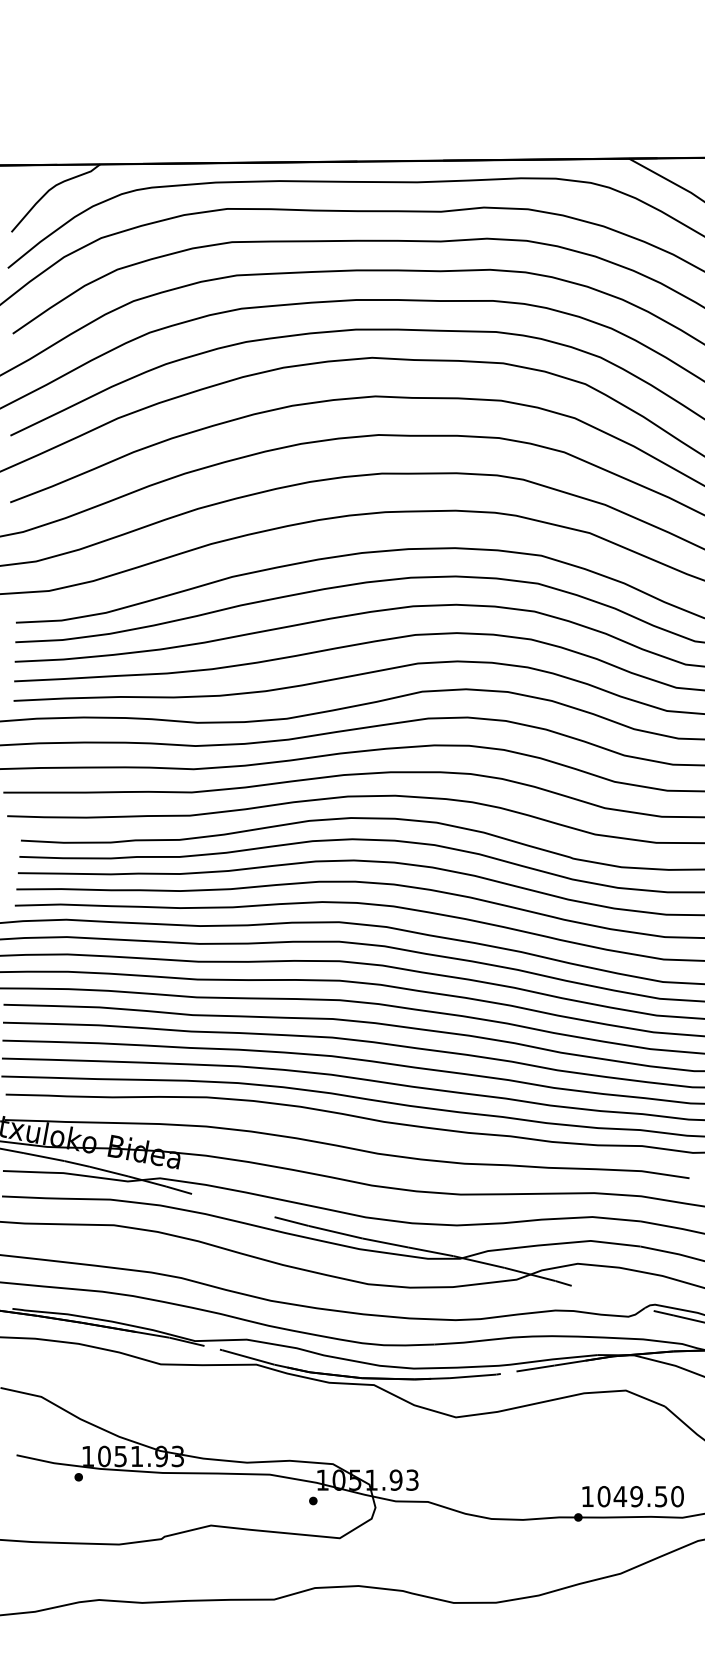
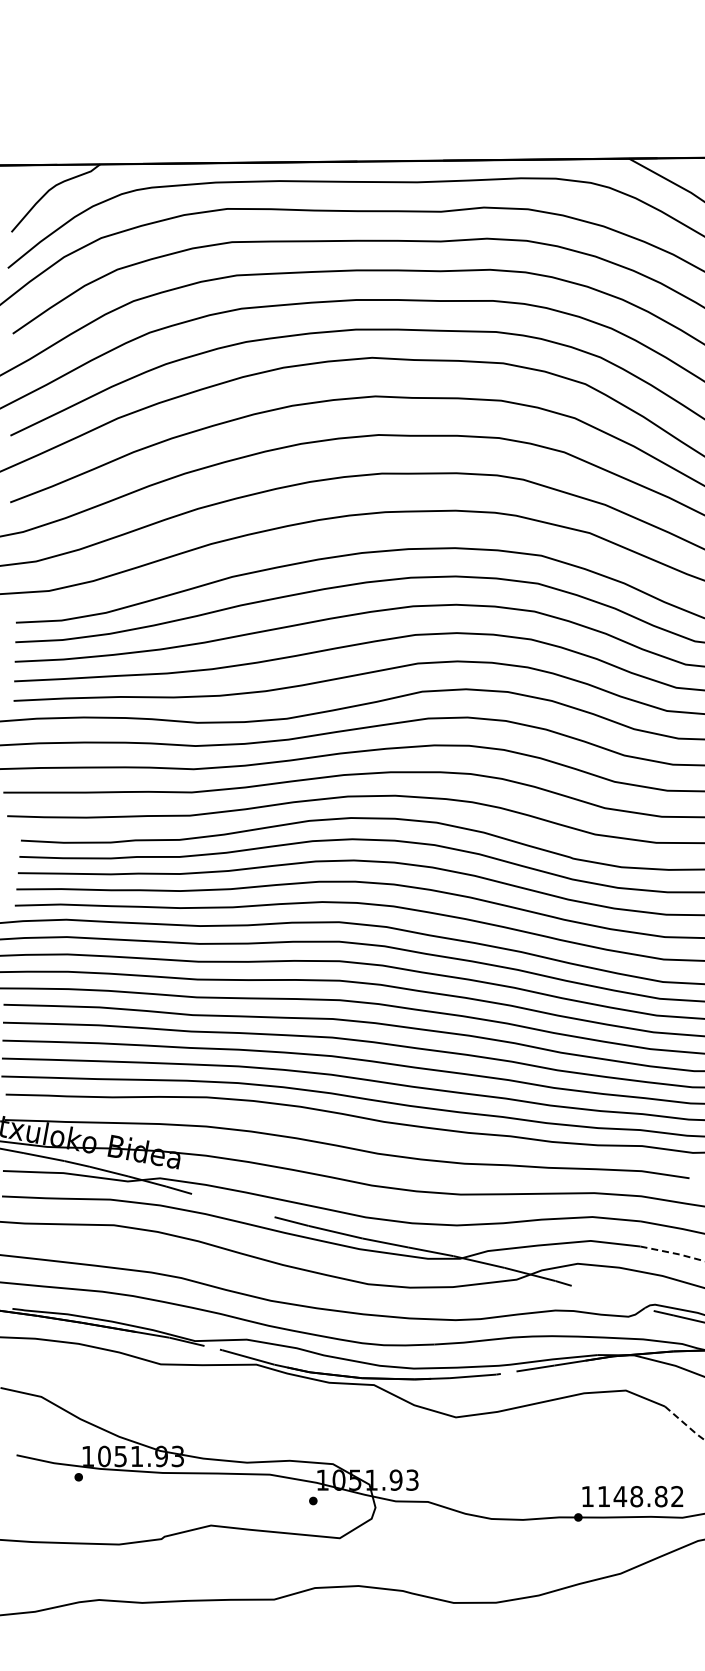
line at (673, 1253): solid -> dashed
line at (685, 1424): solid -> dashed
text at (640, 1496): 1049.50 -> 1148.82
